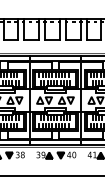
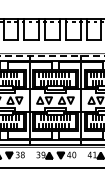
line at (52, 55): solid -> dashed
line at (51, 175) position: (51, 175) -> (51, 167)
